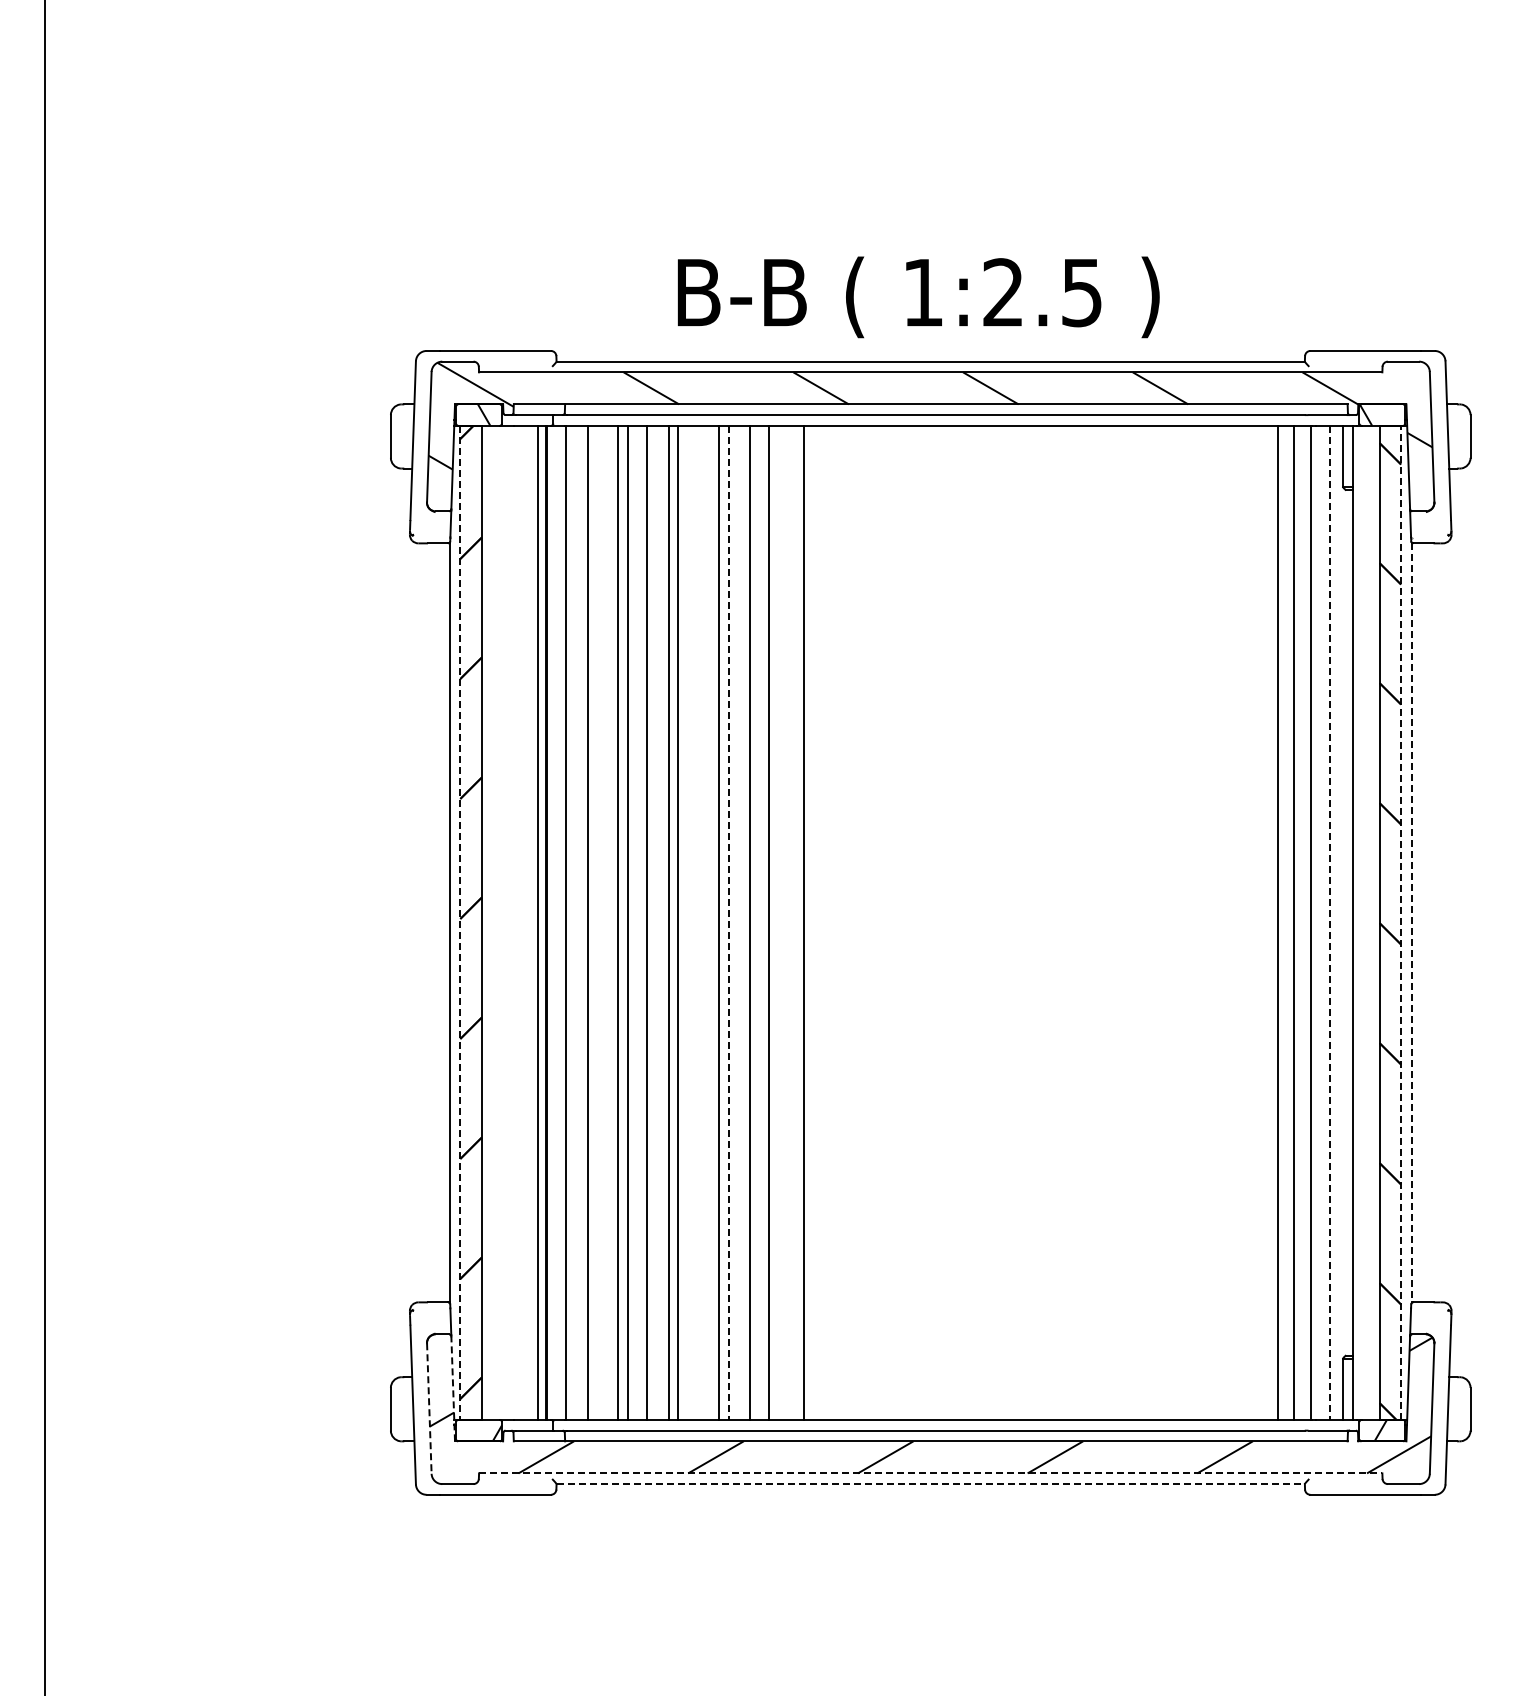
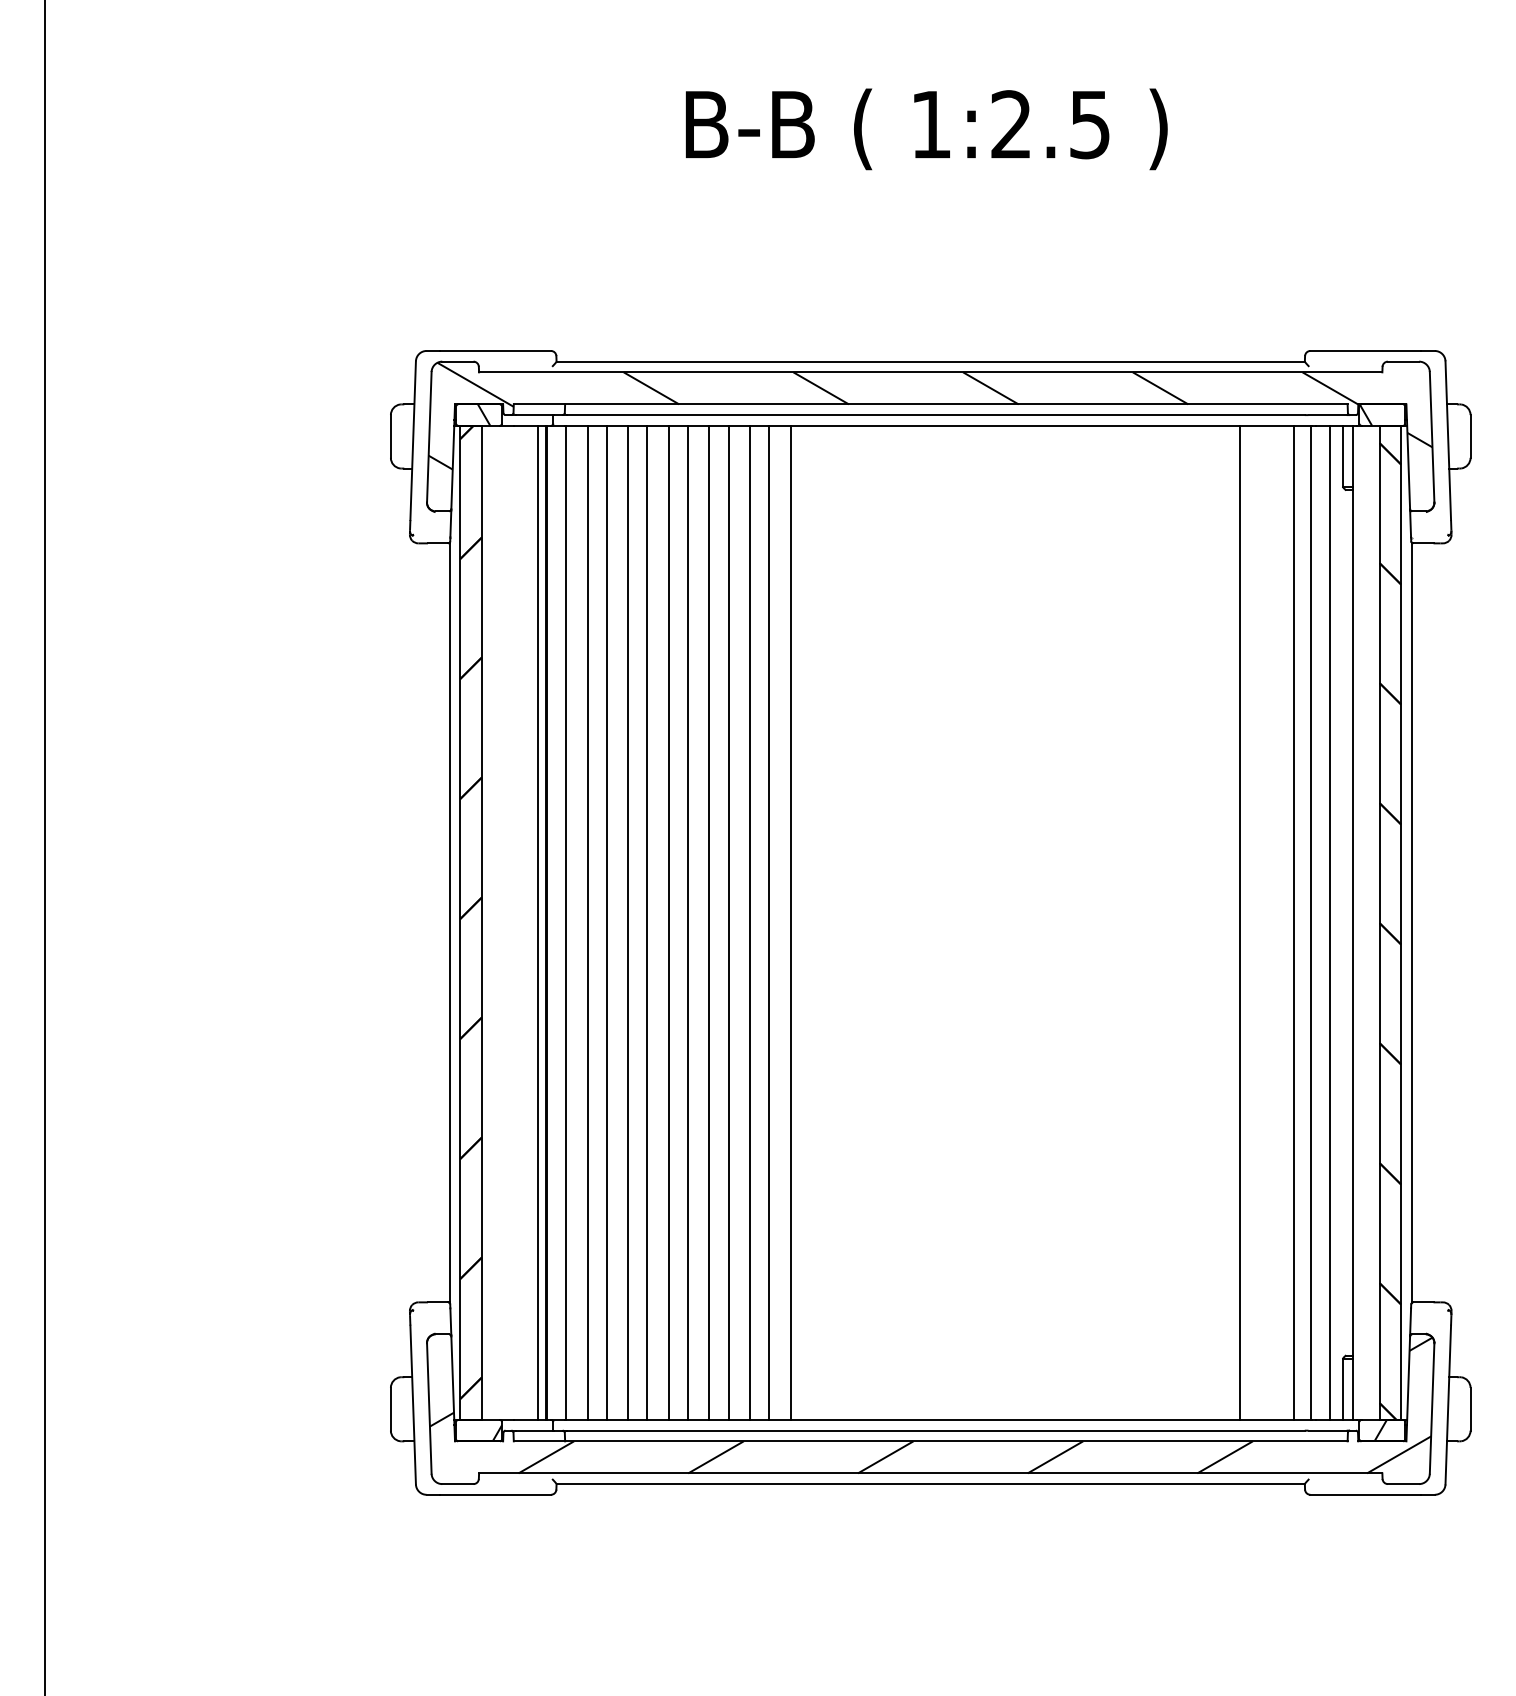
text at (918, 297) position: (918, 297) -> (926, 129)
line at (617, 922) position: (617, 922) -> (606, 922)
line at (678, 922) position: (678, 922) -> (688, 922)
line at (719, 922) position: (719, 922) -> (709, 922)
line at (803, 922) position: (803, 922) -> (790, 922)
line at (1278, 922) position: (1278, 922) -> (1240, 922)
line at (1401, 922): dashed -> solid
line at (460, 923): dashed -> solid
line at (728, 923): dashed -> solid
line at (1329, 923): dashed -> solid
line at (1411, 923): dashed -> solid
line at (453, 1388): dashed -> solid
line at (429, 1409): dashed -> solid
line at (930, 1473): dashed -> solid
line at (931, 1484): dashed -> solid
